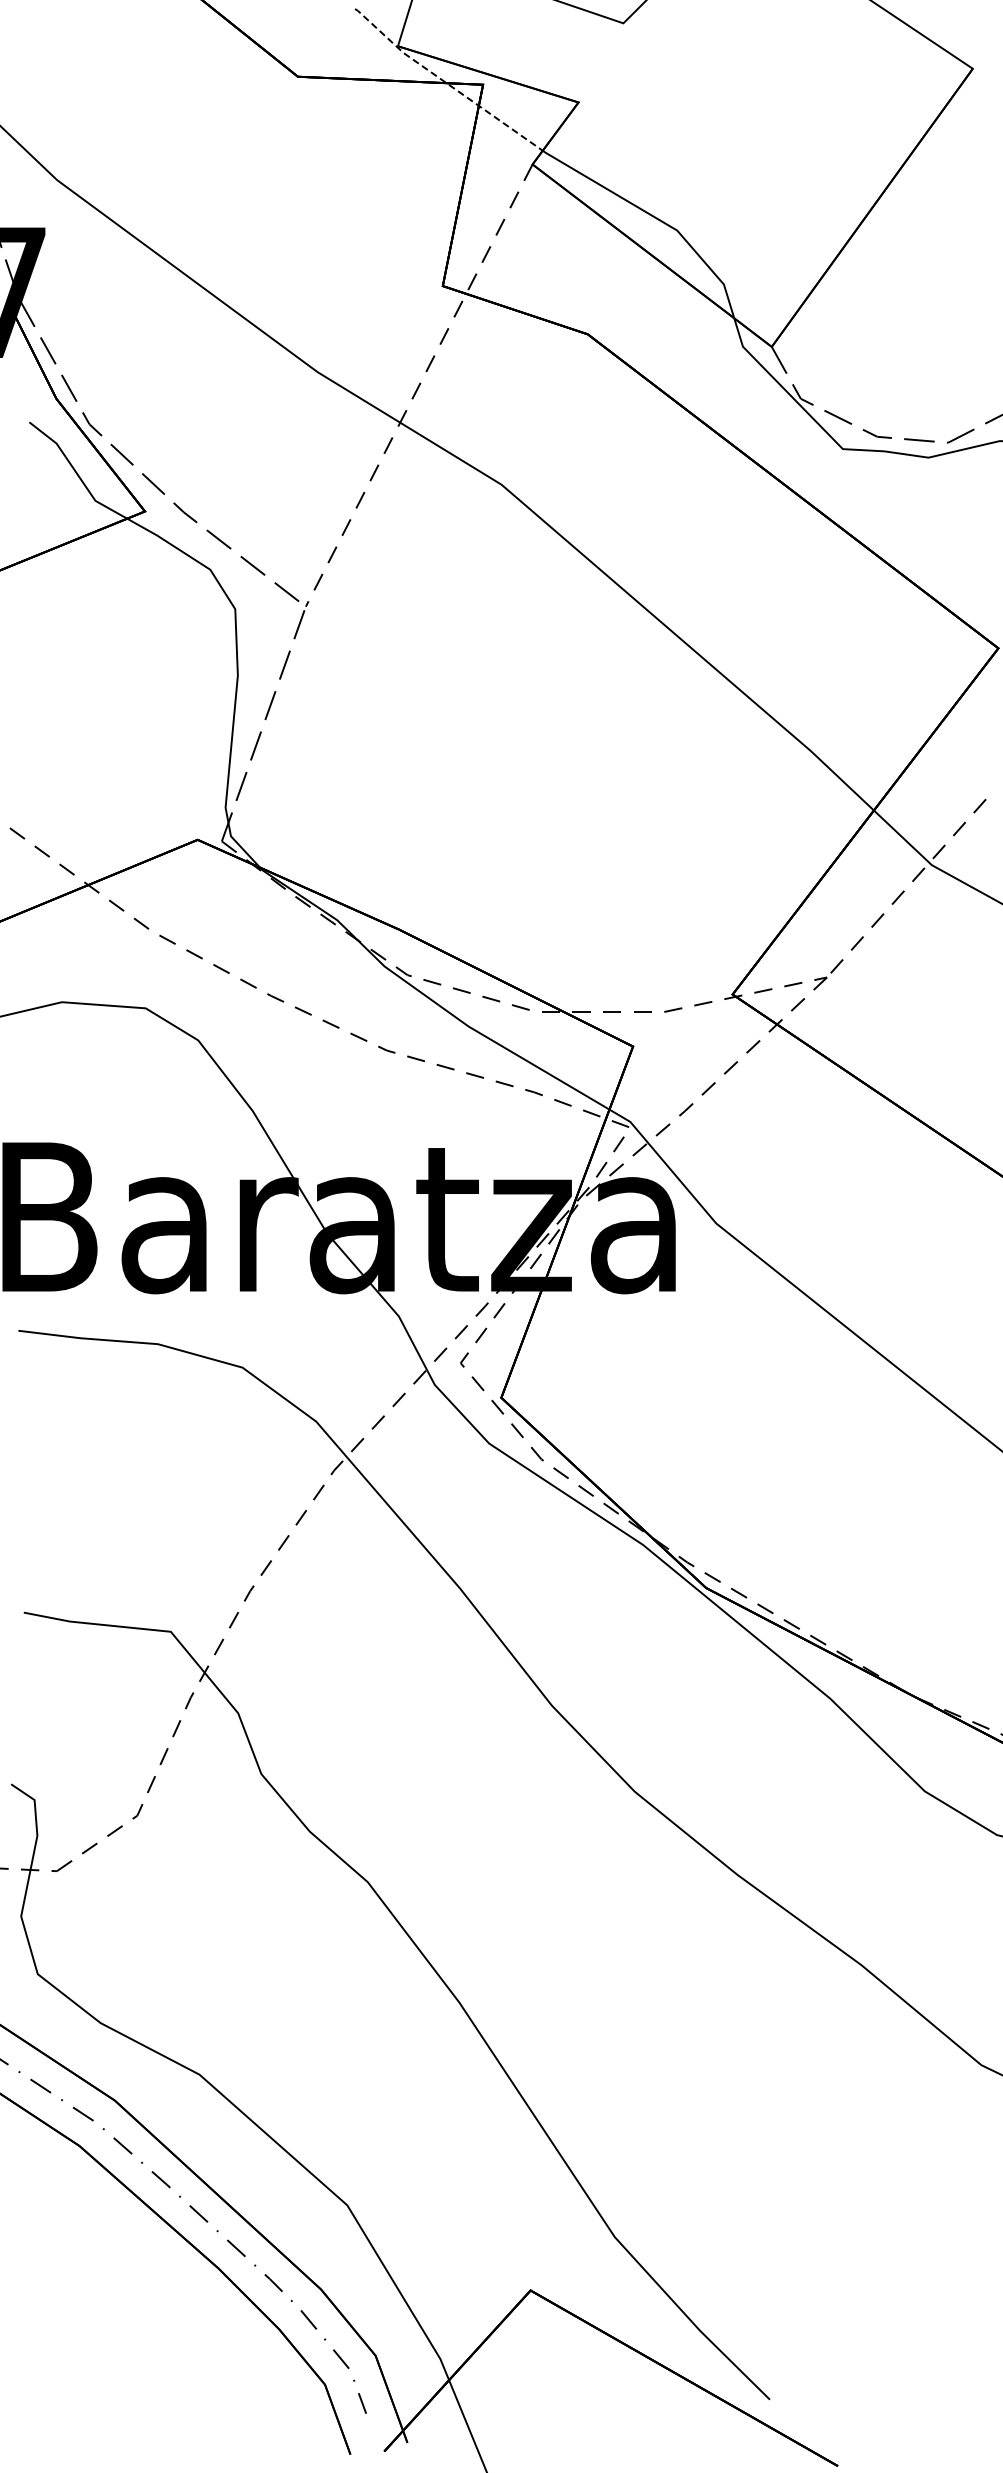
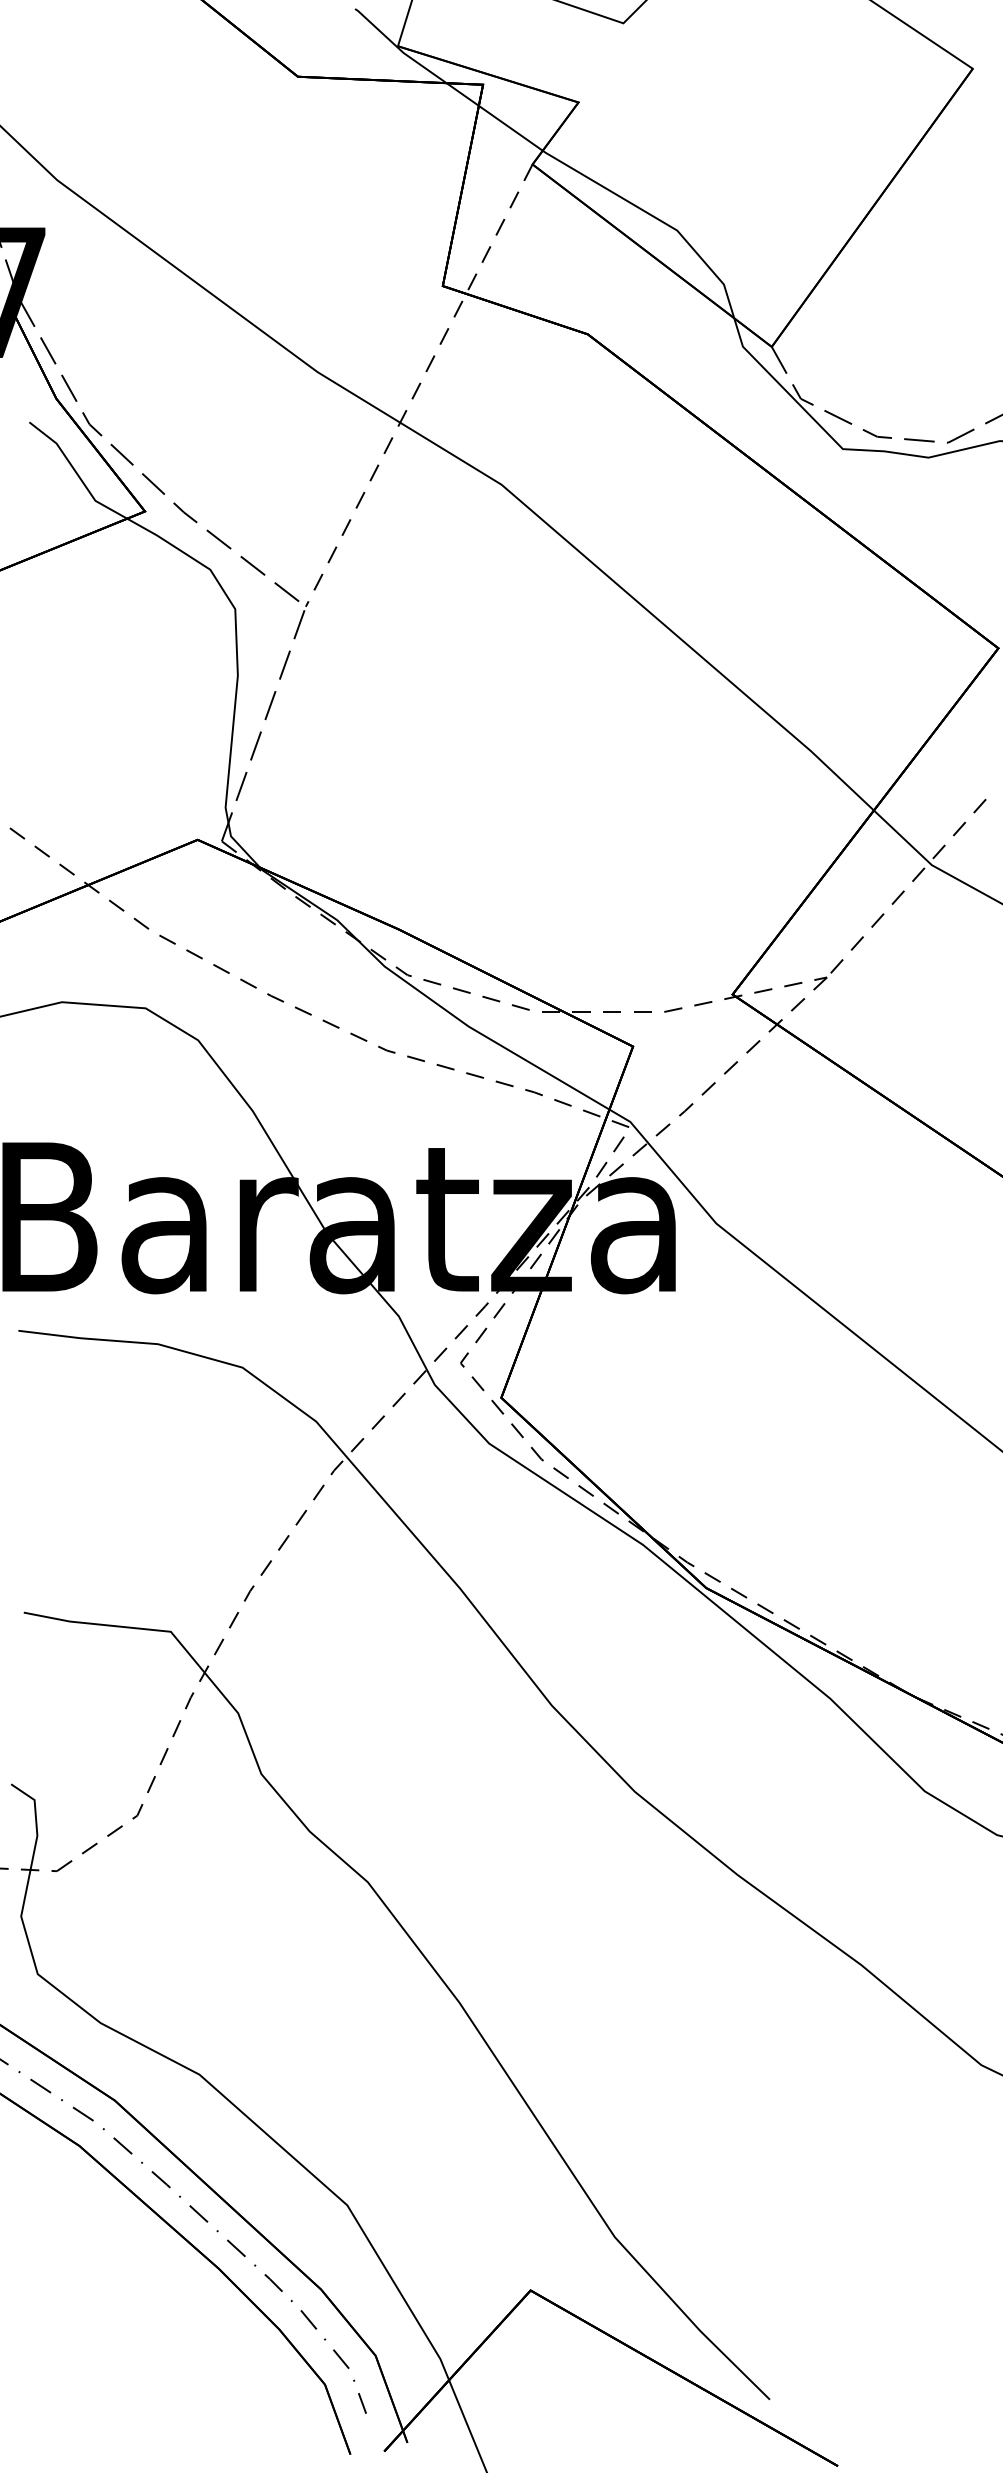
line at (445, 82): dashed -> solid
